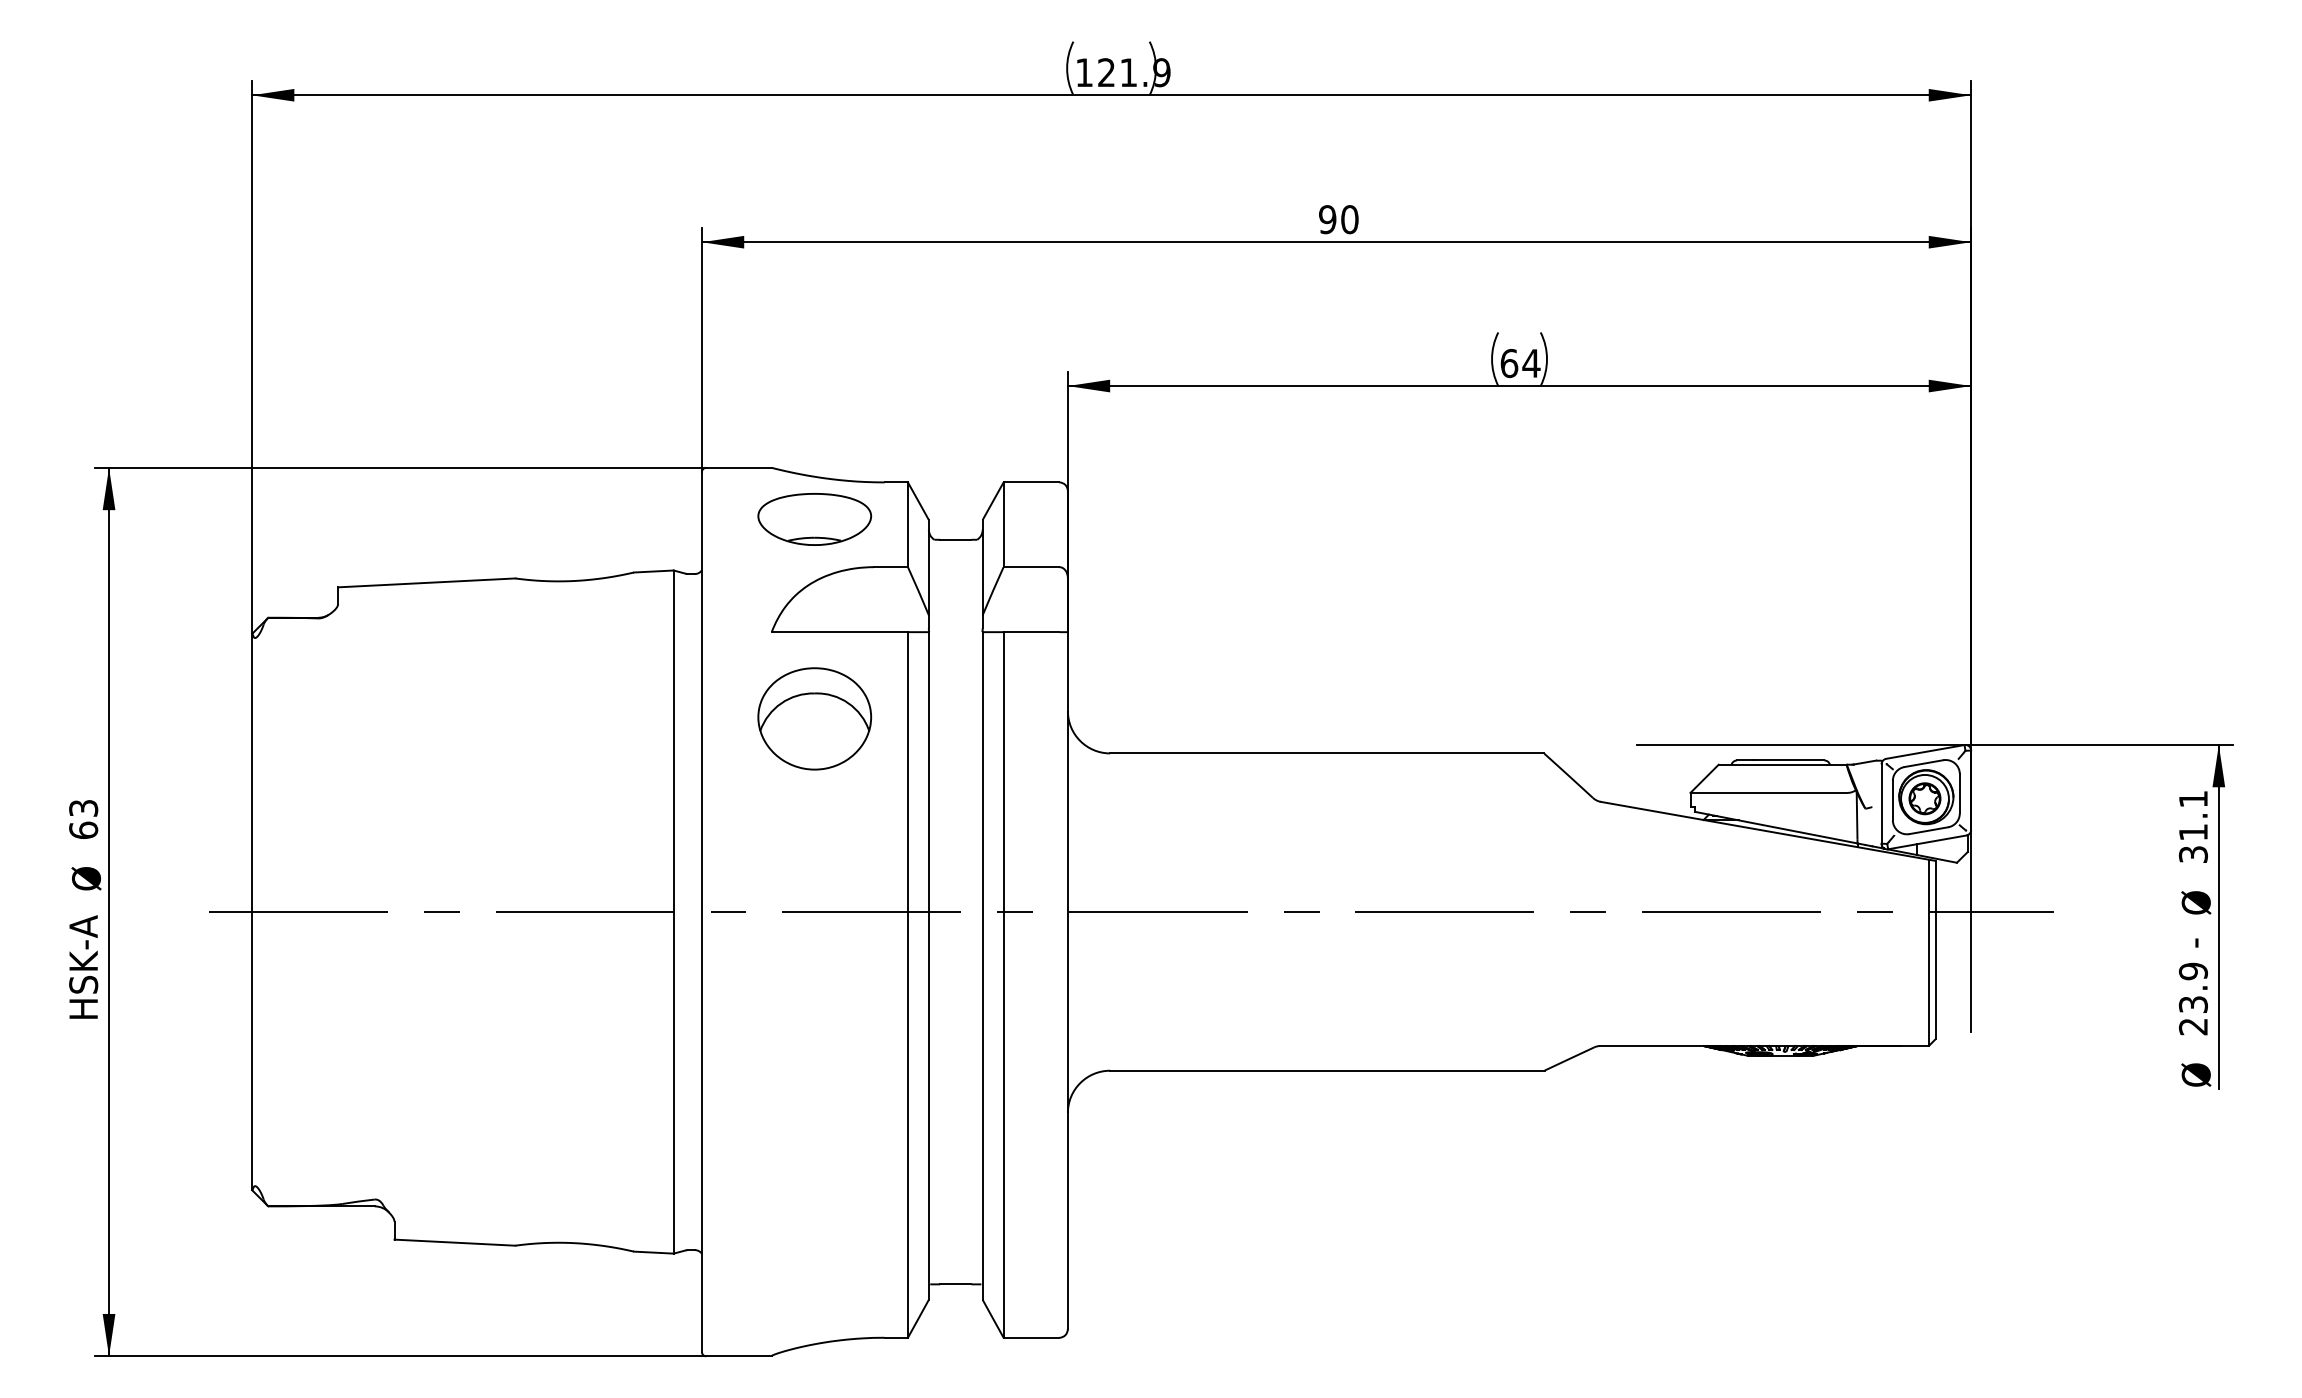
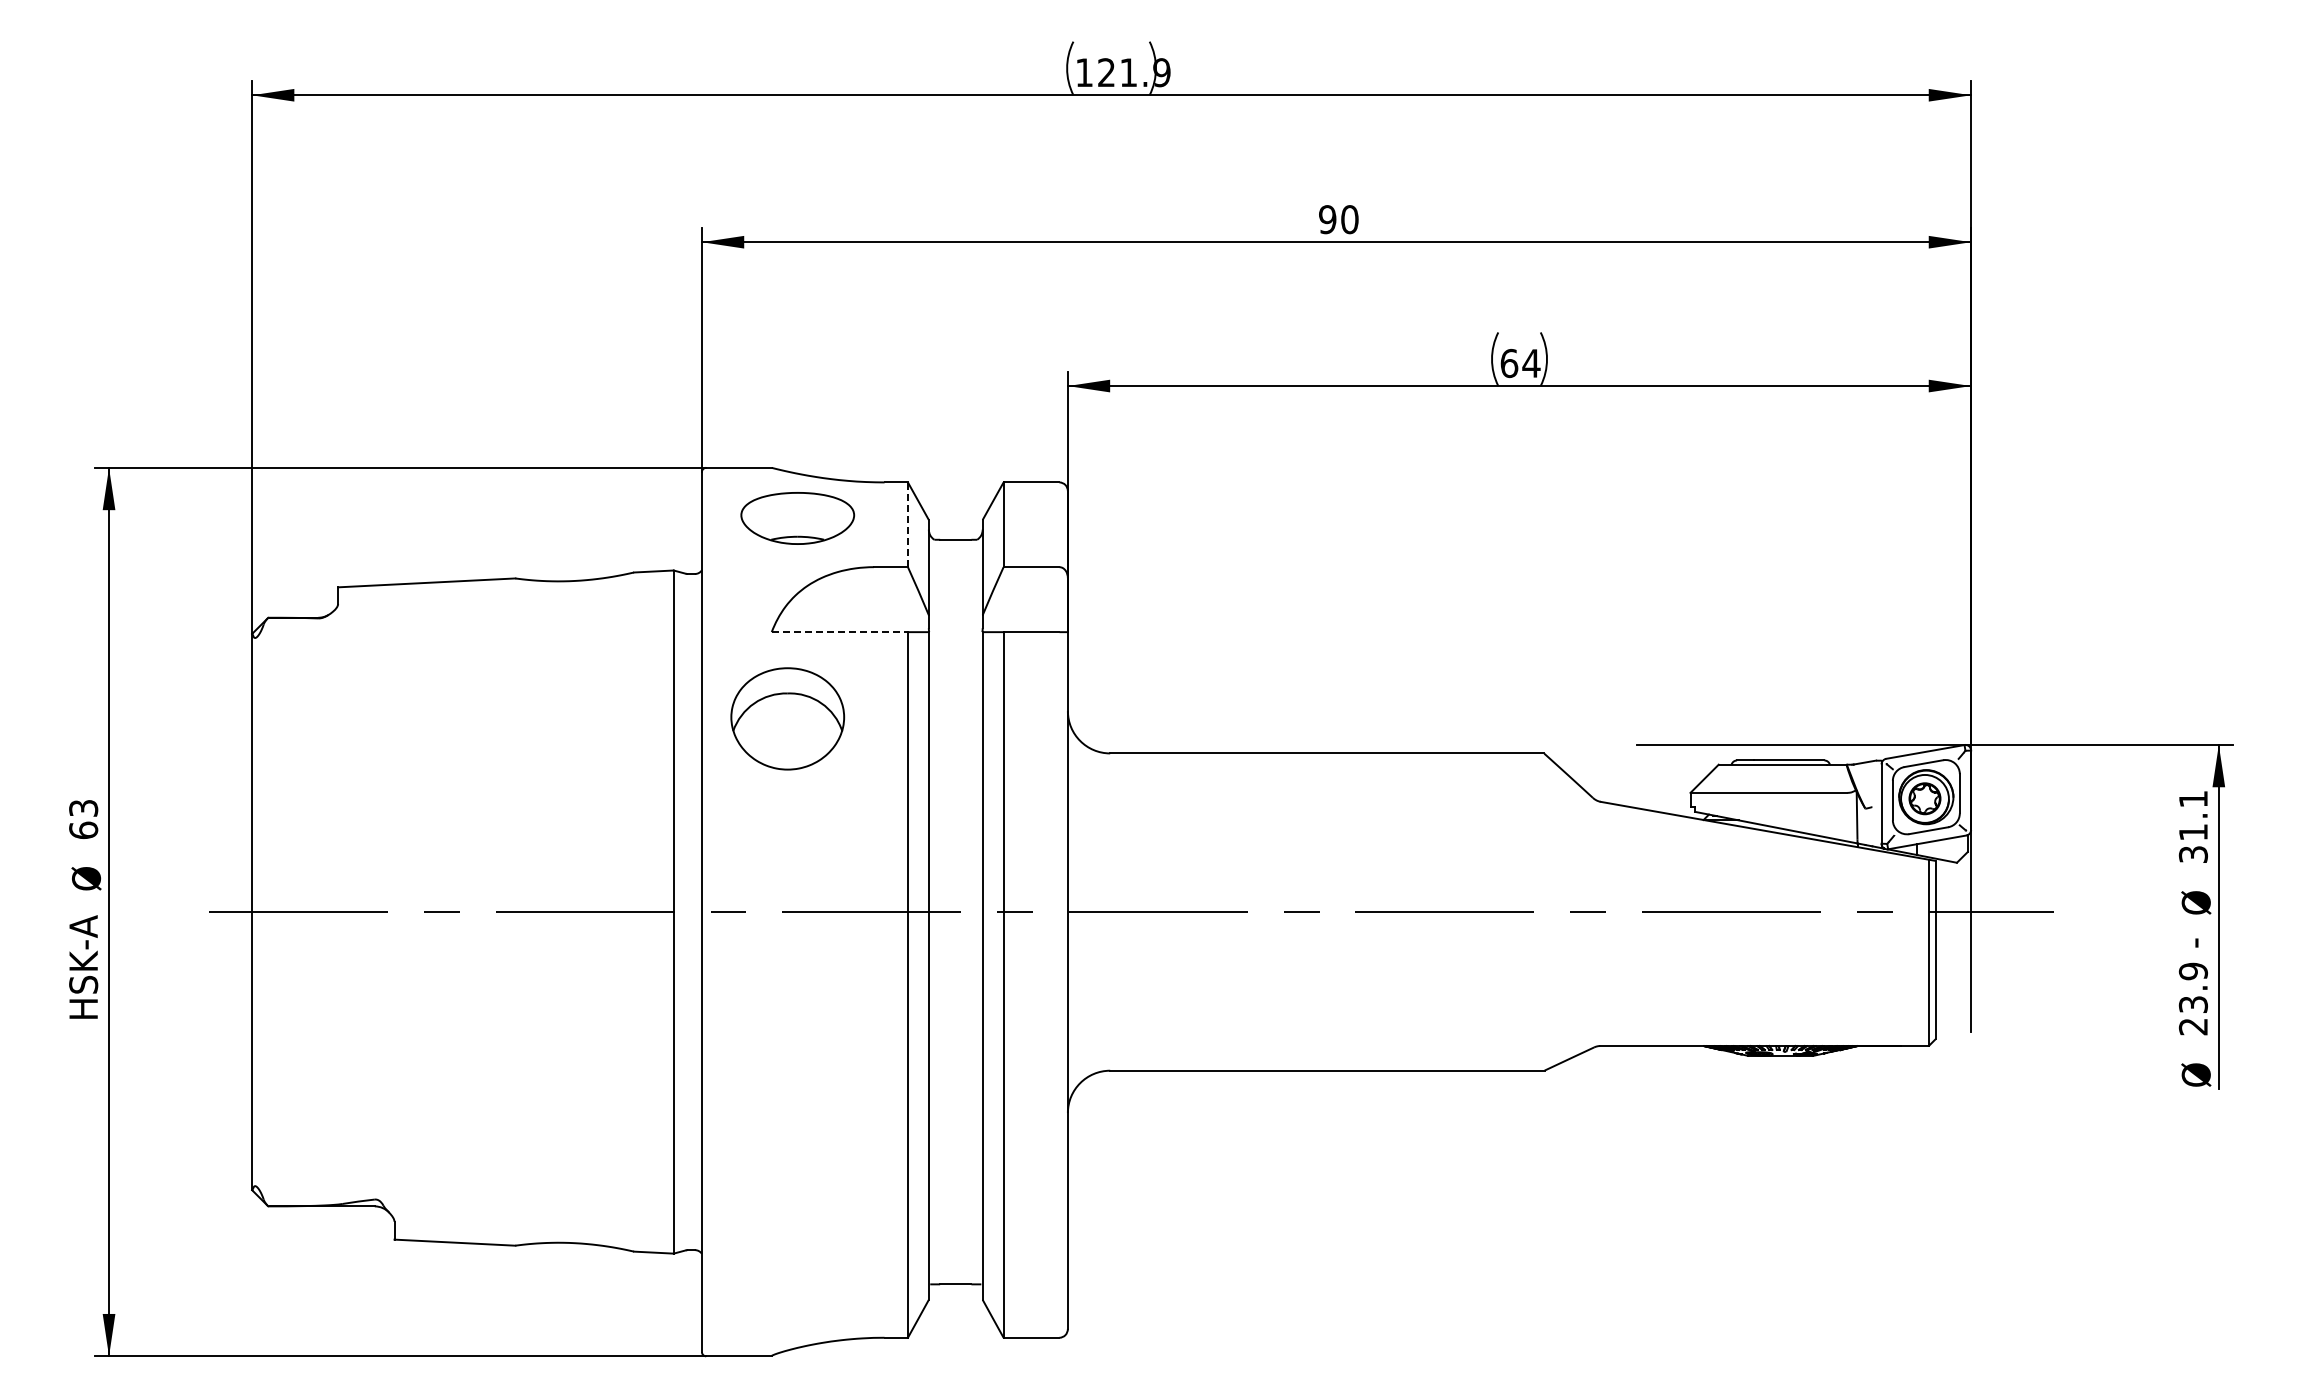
part at (814, 519) position: (814, 519) -> (797, 518)
line at (907, 524): solid -> dashed
line at (840, 632): solid -> dashed
part at (814, 718) position: (814, 718) -> (787, 718)
